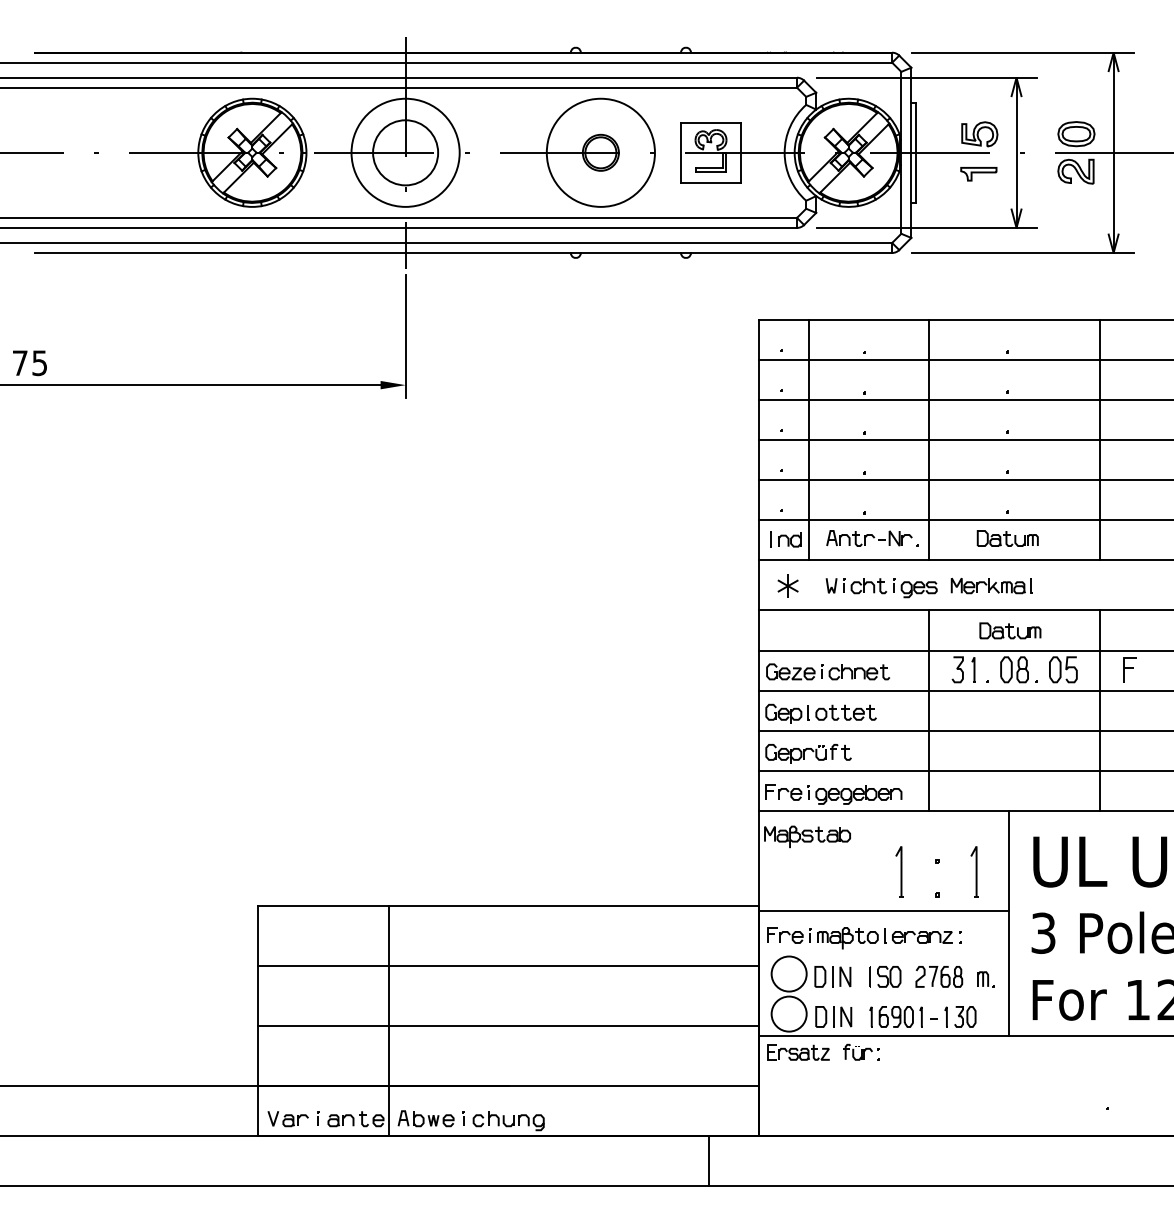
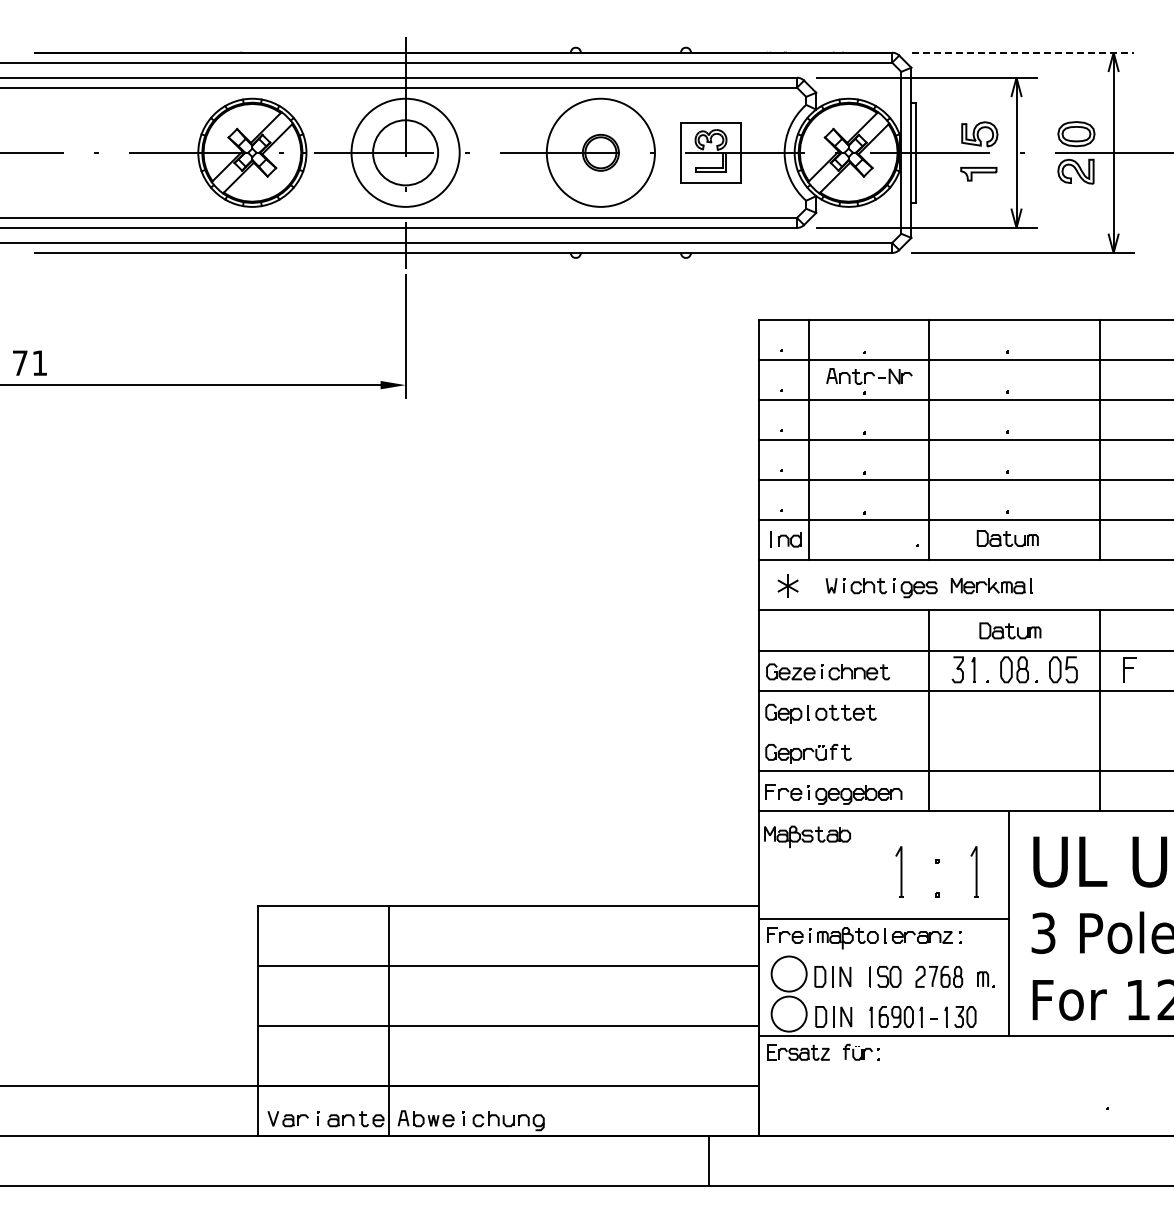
line at (1022, 52): solid -> dashed
text at (39, 363): 75 -> 71
part at (869, 538) position: (869, 538) -> (869, 376)
line at (964, 730): present -> none
line at (884, 910) position: (884, 910) -> (884, 918)
